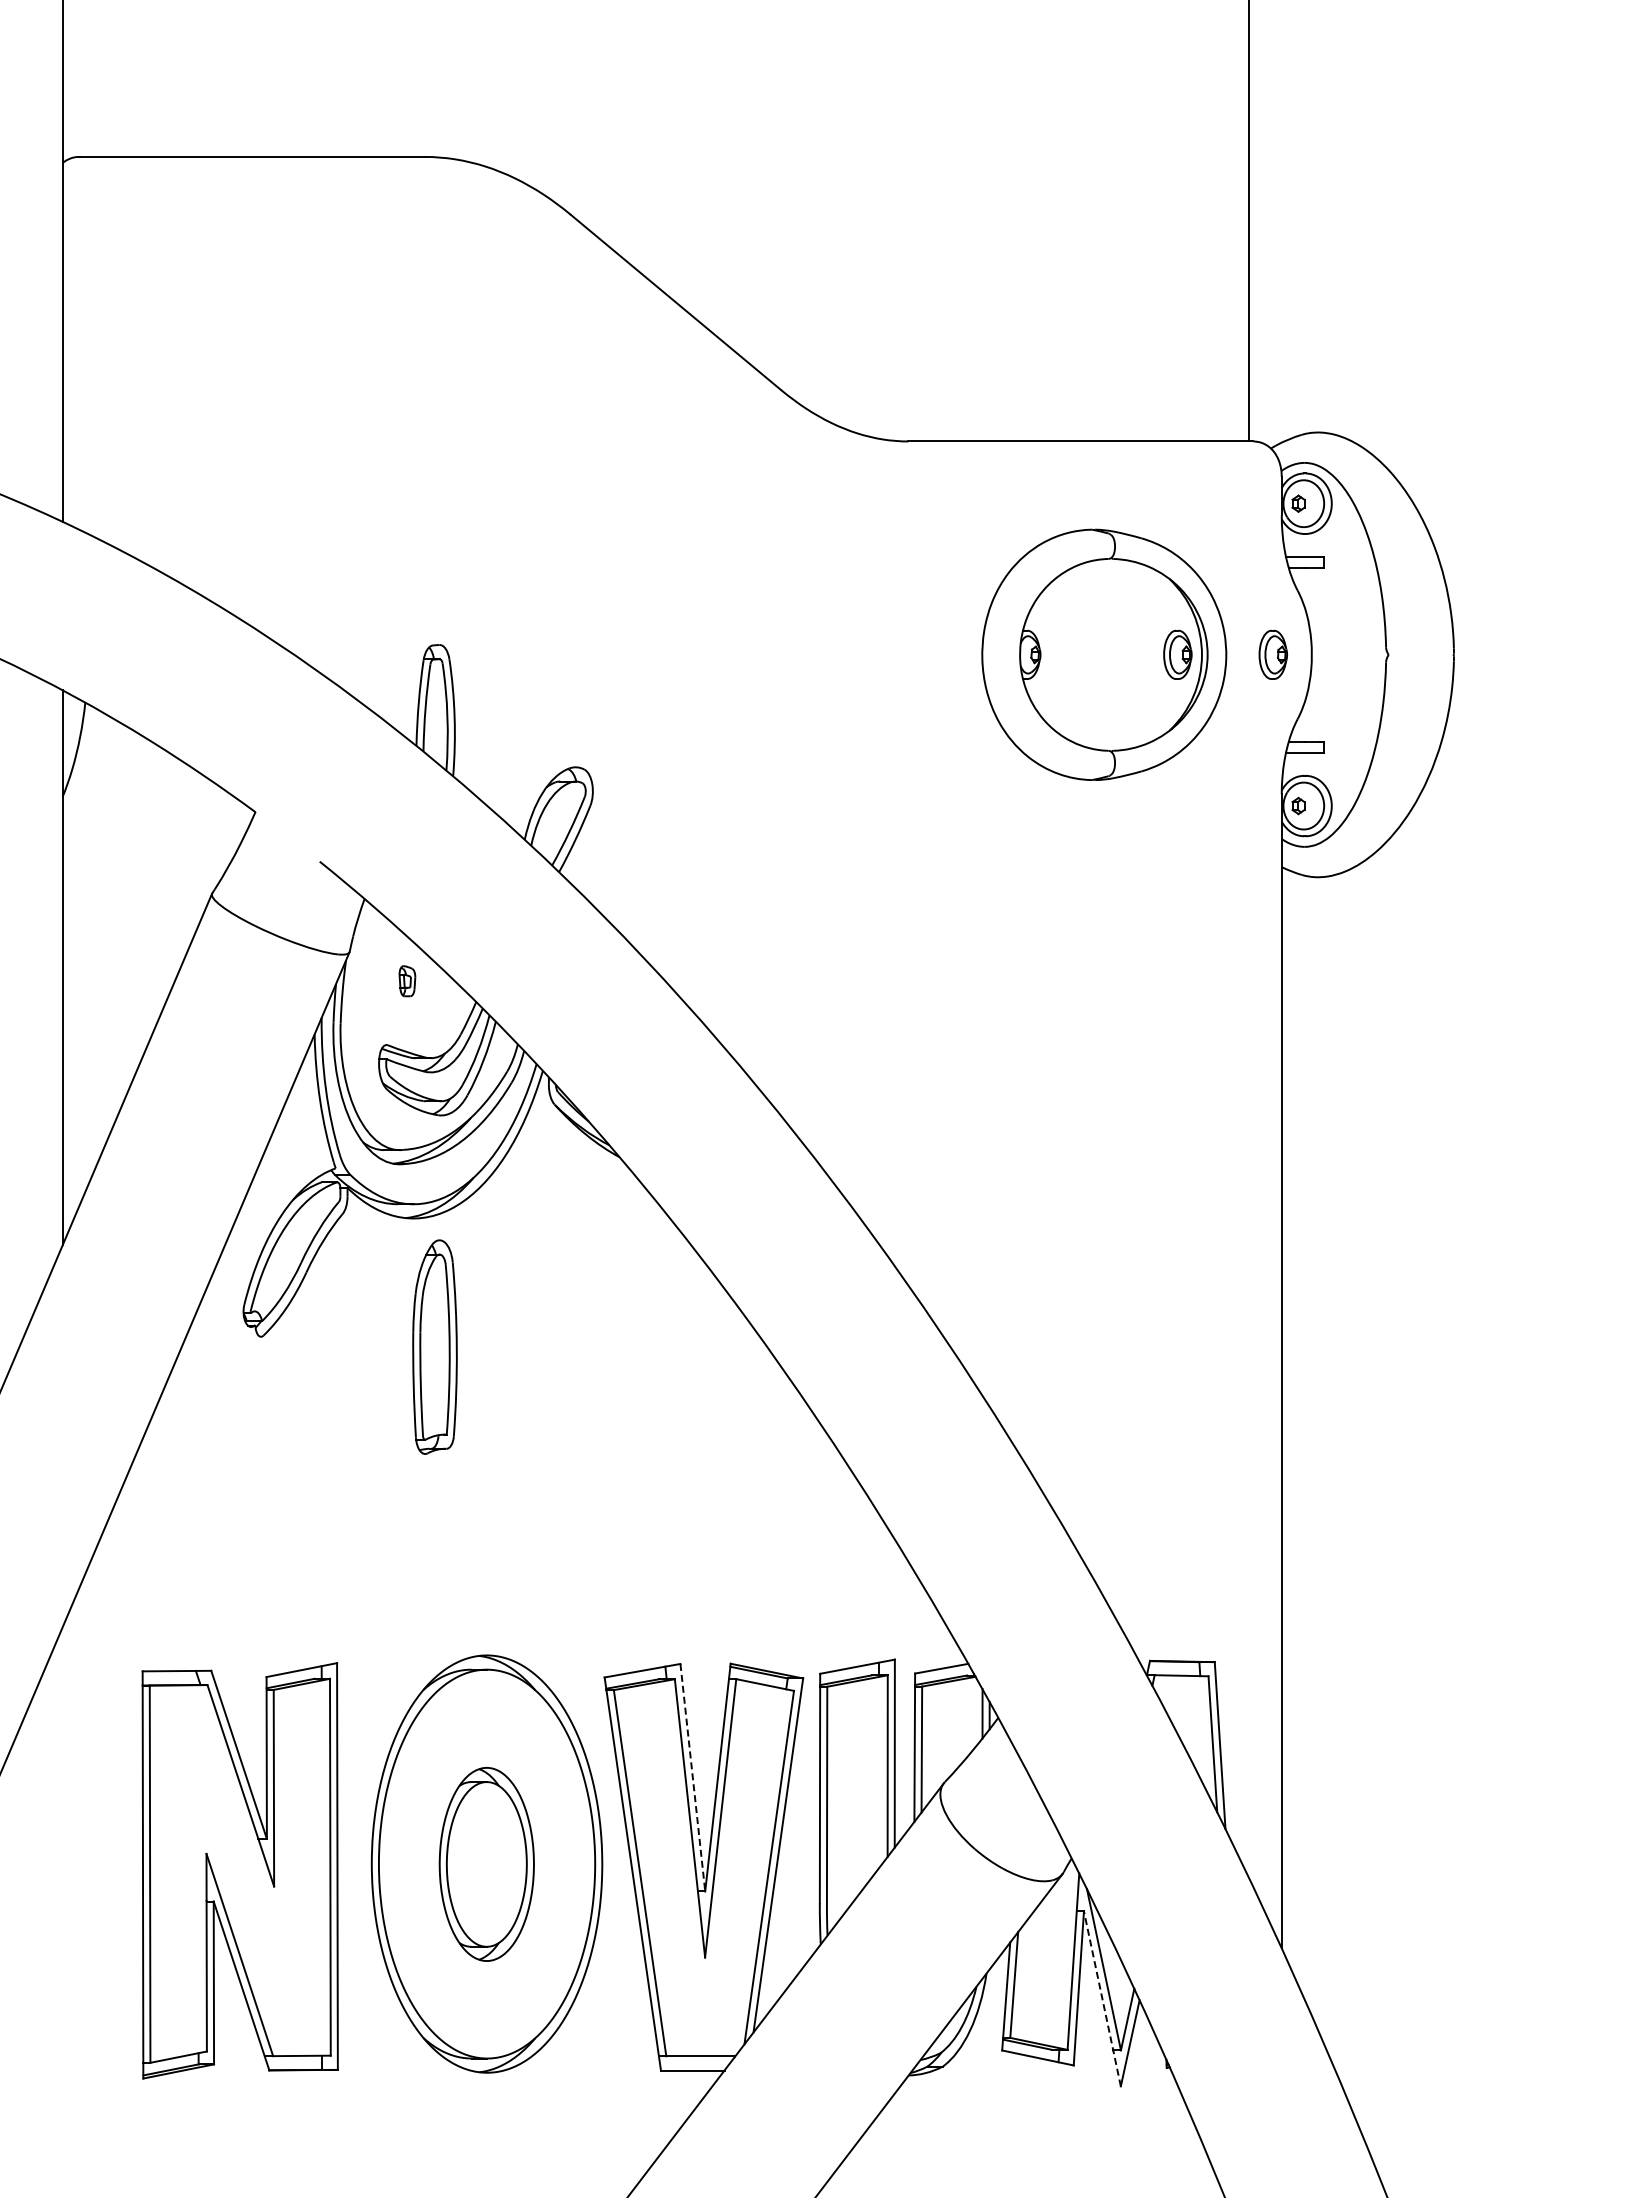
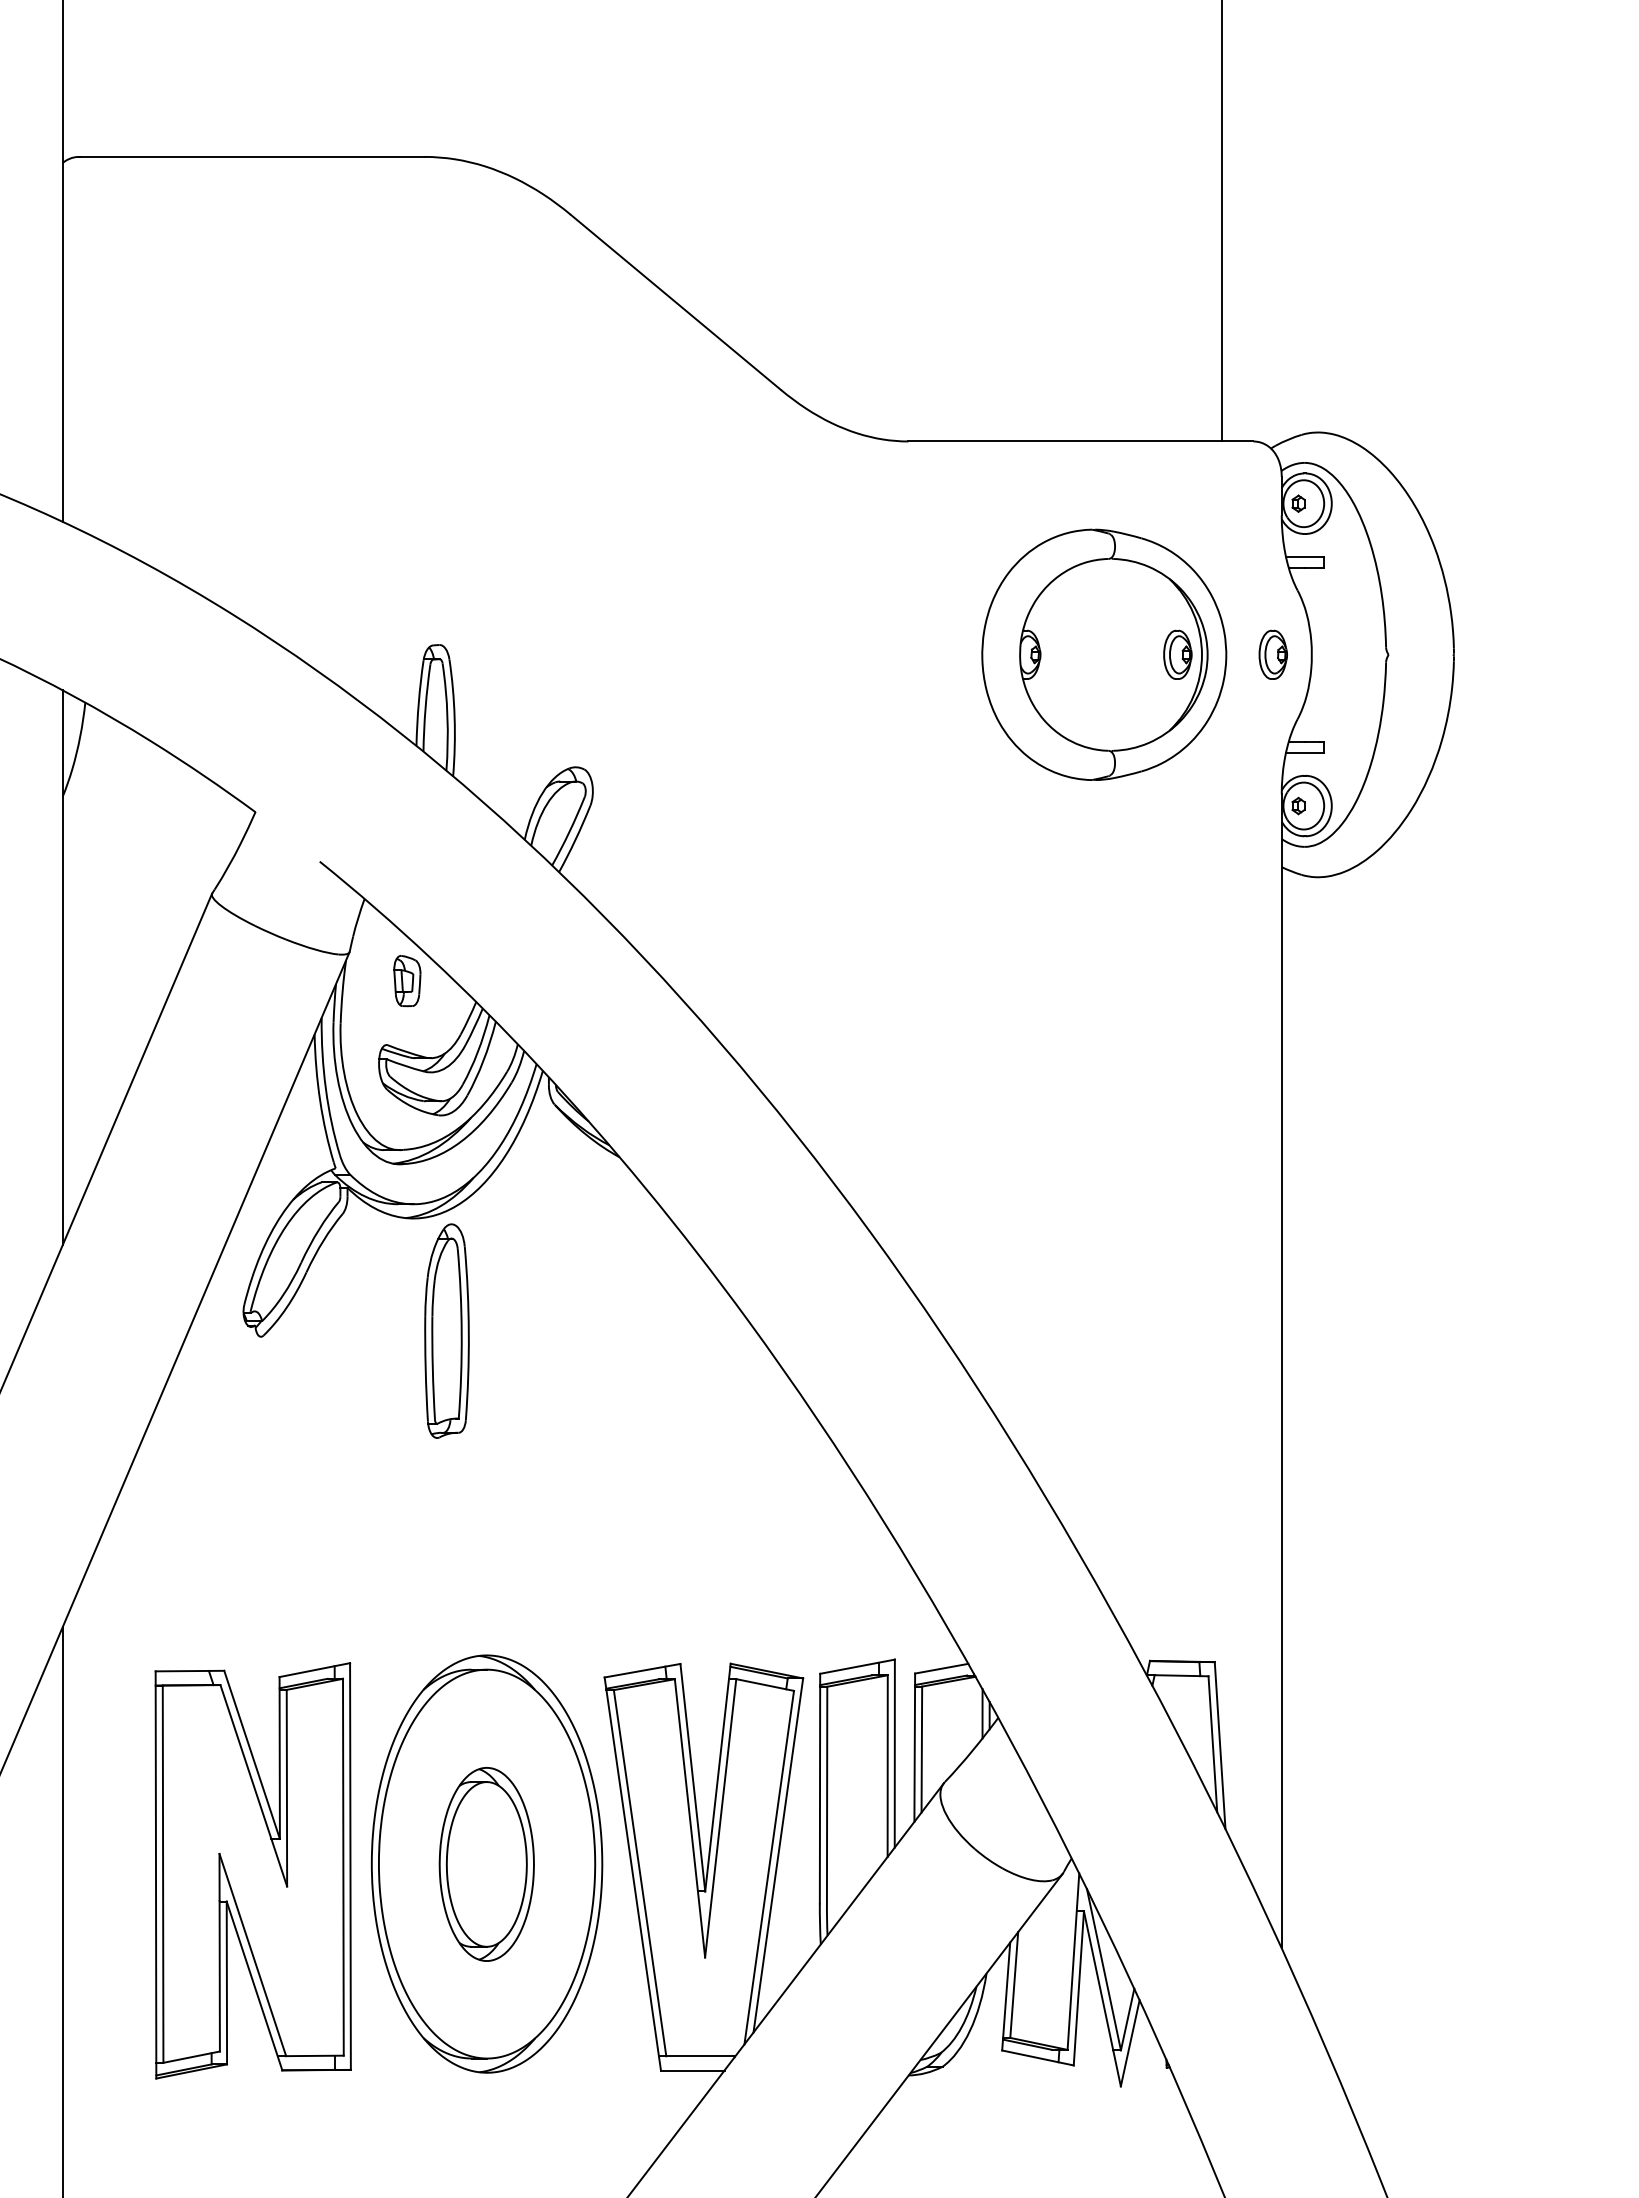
line at (1249, 221) position: (1249, 221) -> (1222, 221)
part at (407, 981) size: 19x33 px -> 29x53 px
part at (434, 1346) position: (434, 1346) -> (446, 1330)
line at (692, 1778): dashed -> solid
part at (239, 1870) position: (239, 1870) -> (252, 1870)
line at (62, 1910): none -> present
line at (1102, 1998): dashed -> solid
